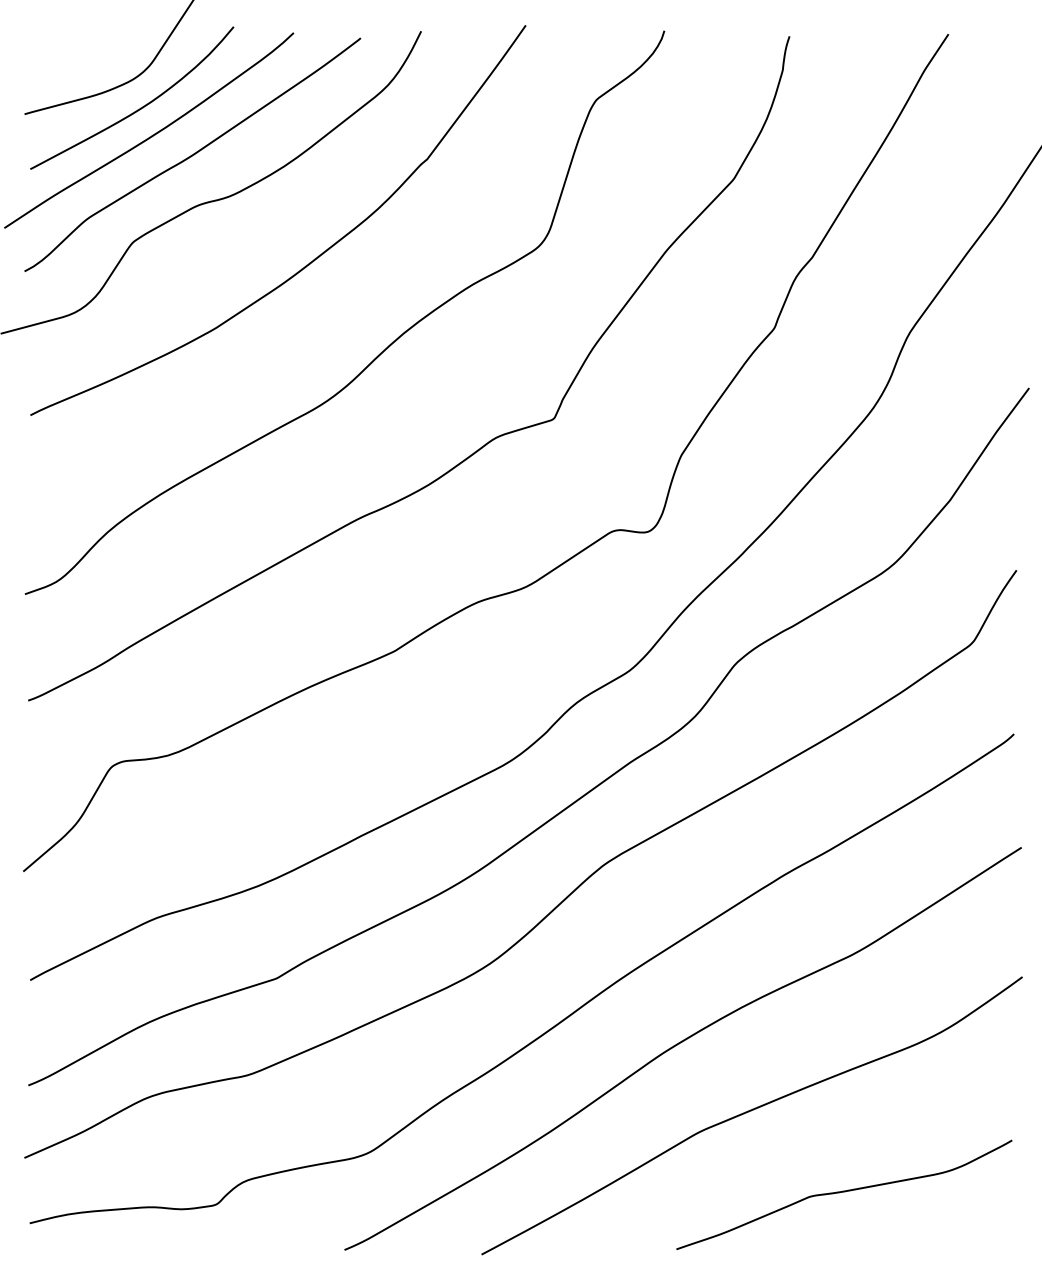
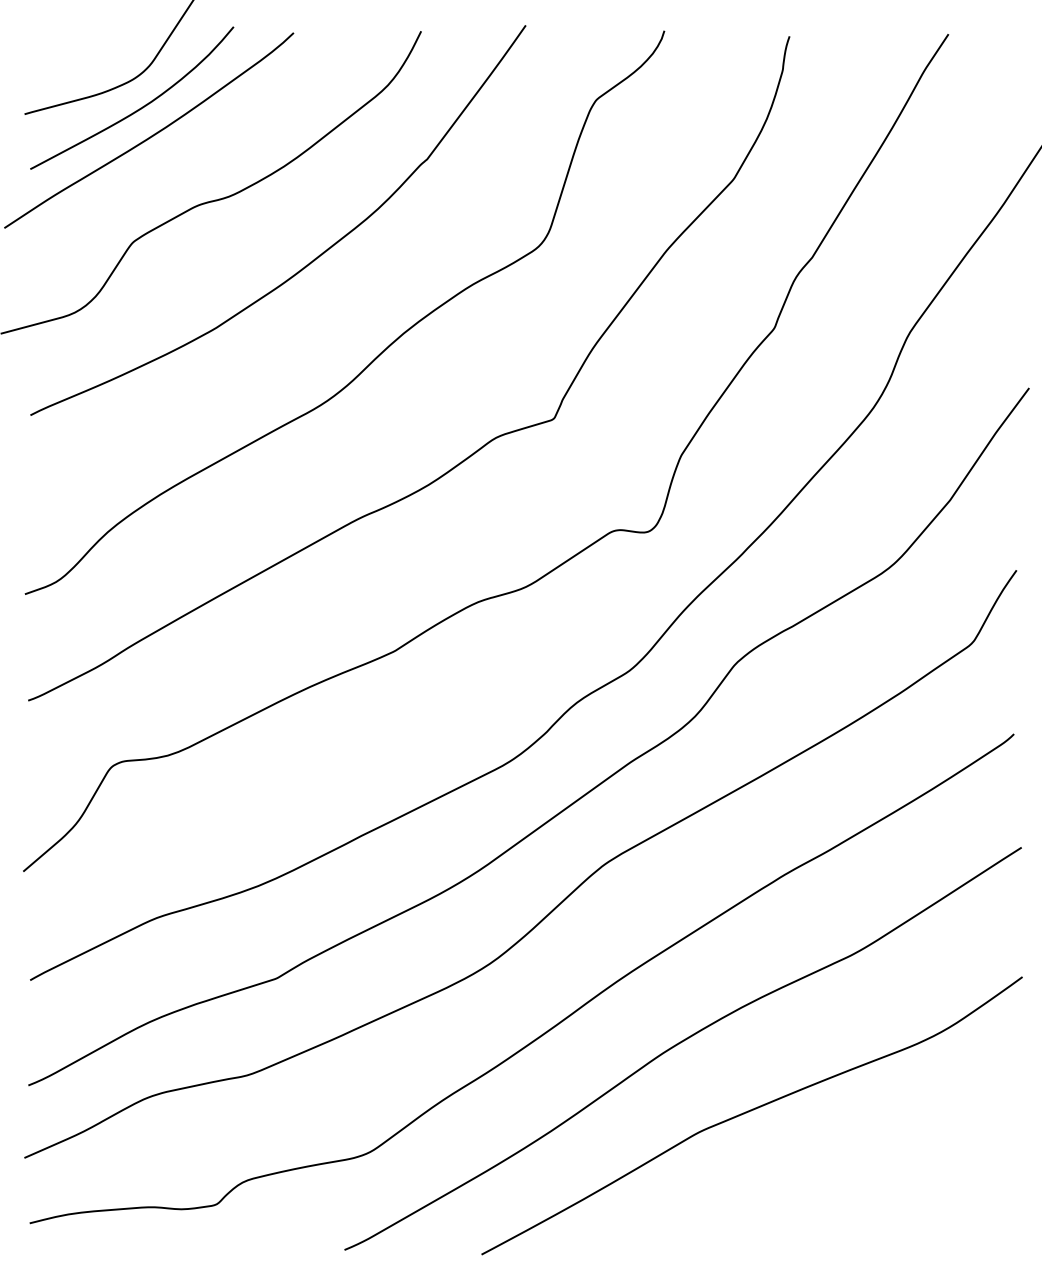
curve at (192, 154): present -> none
curve at (844, 1192): present -> none
